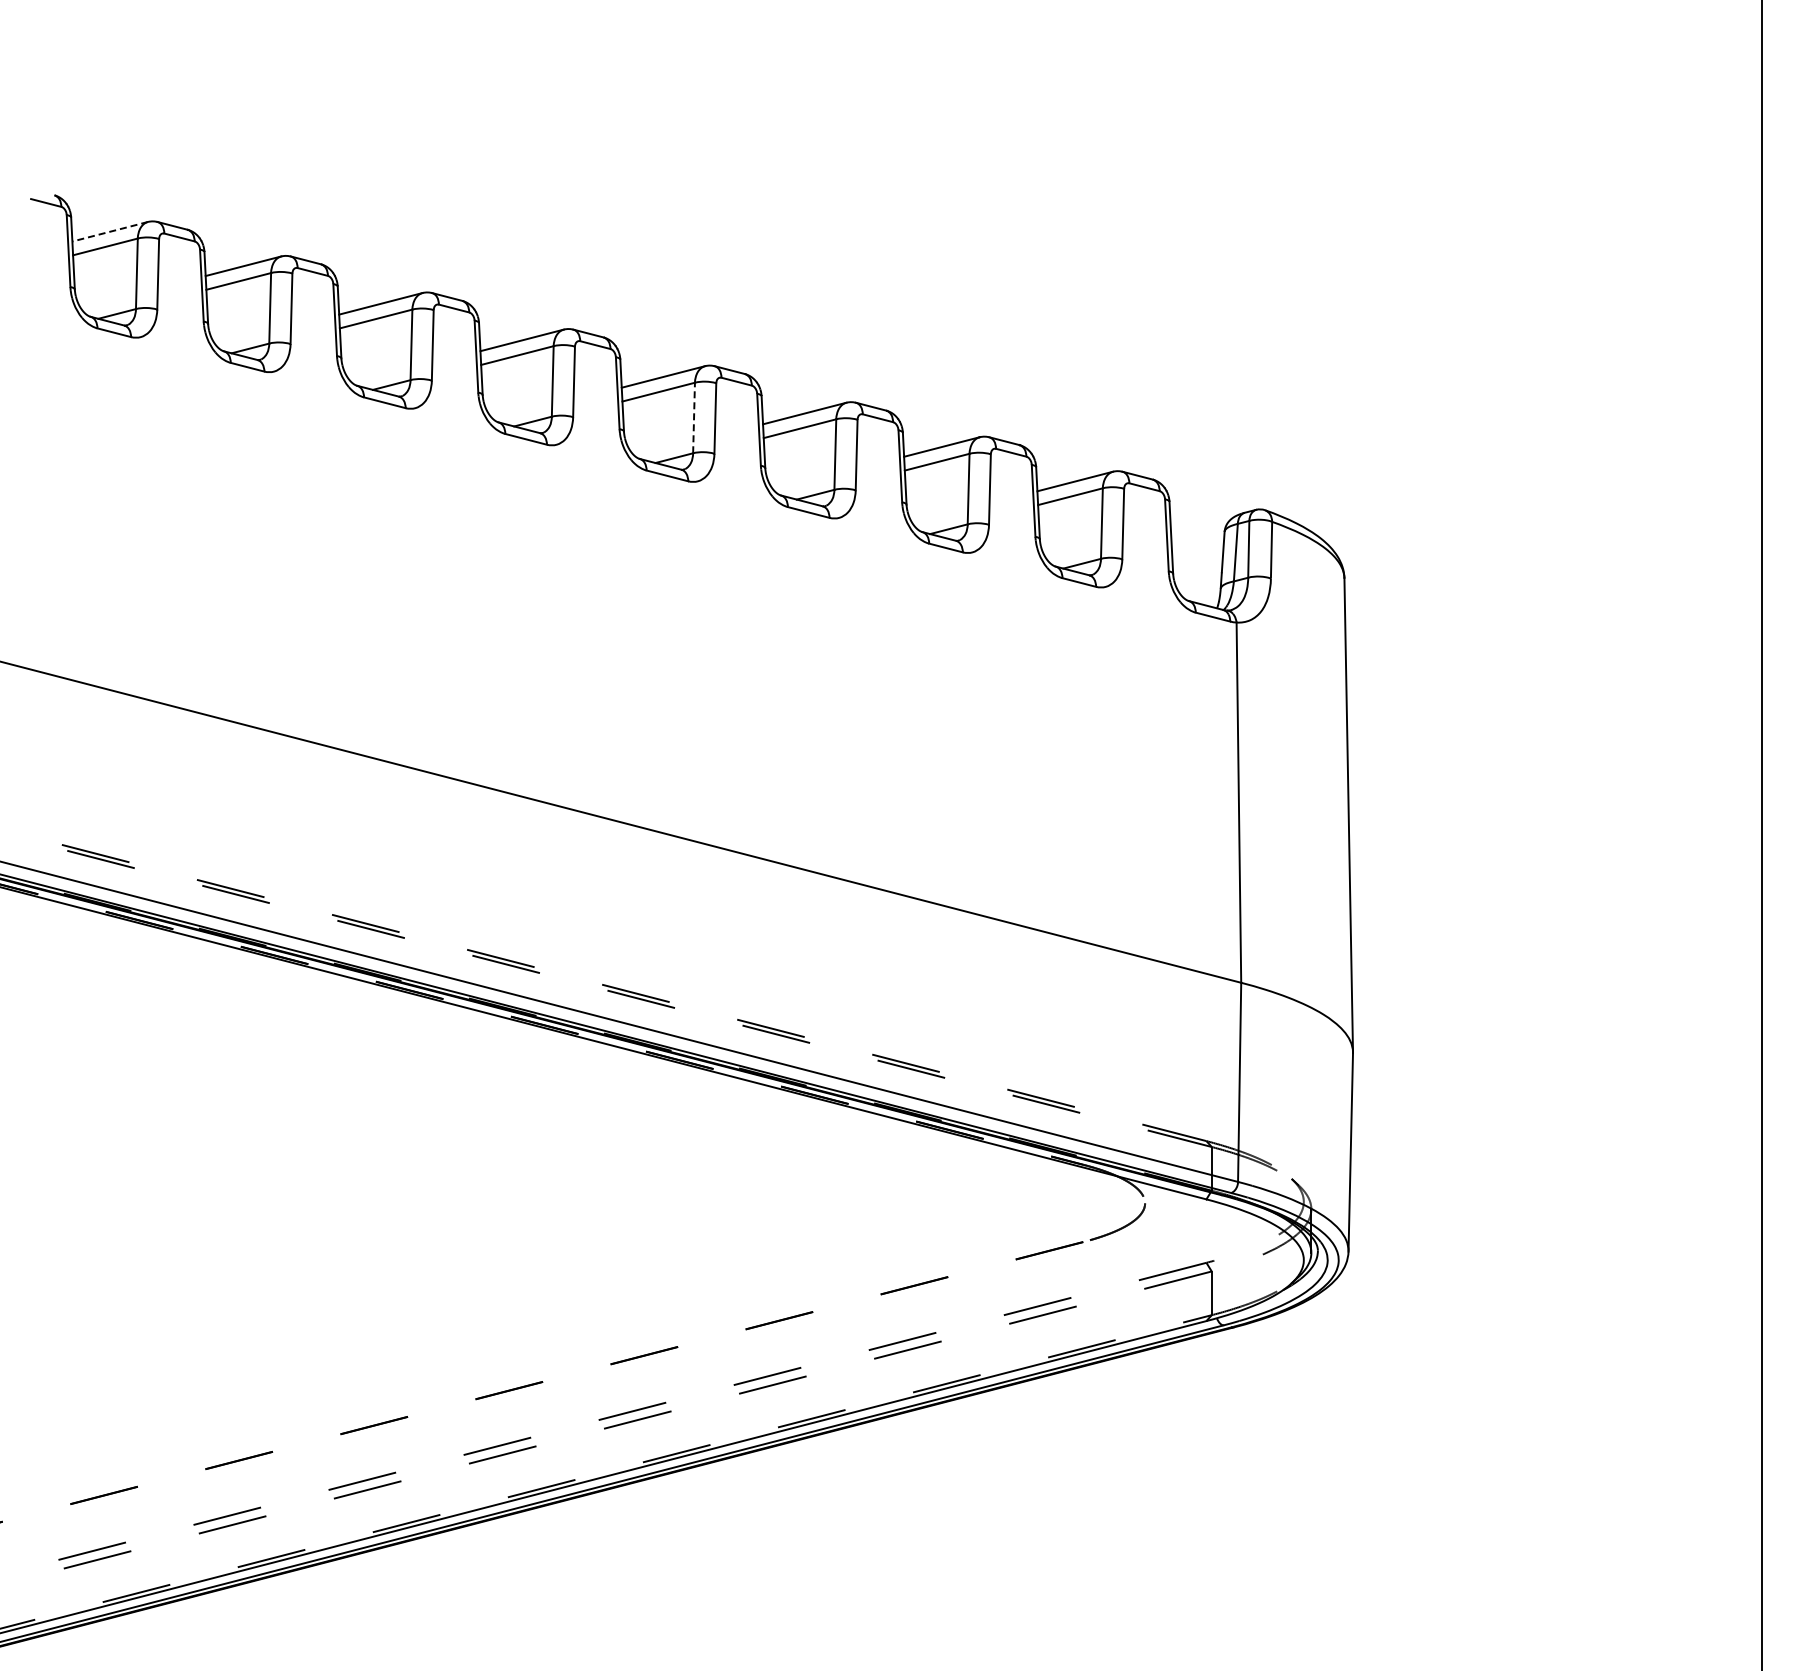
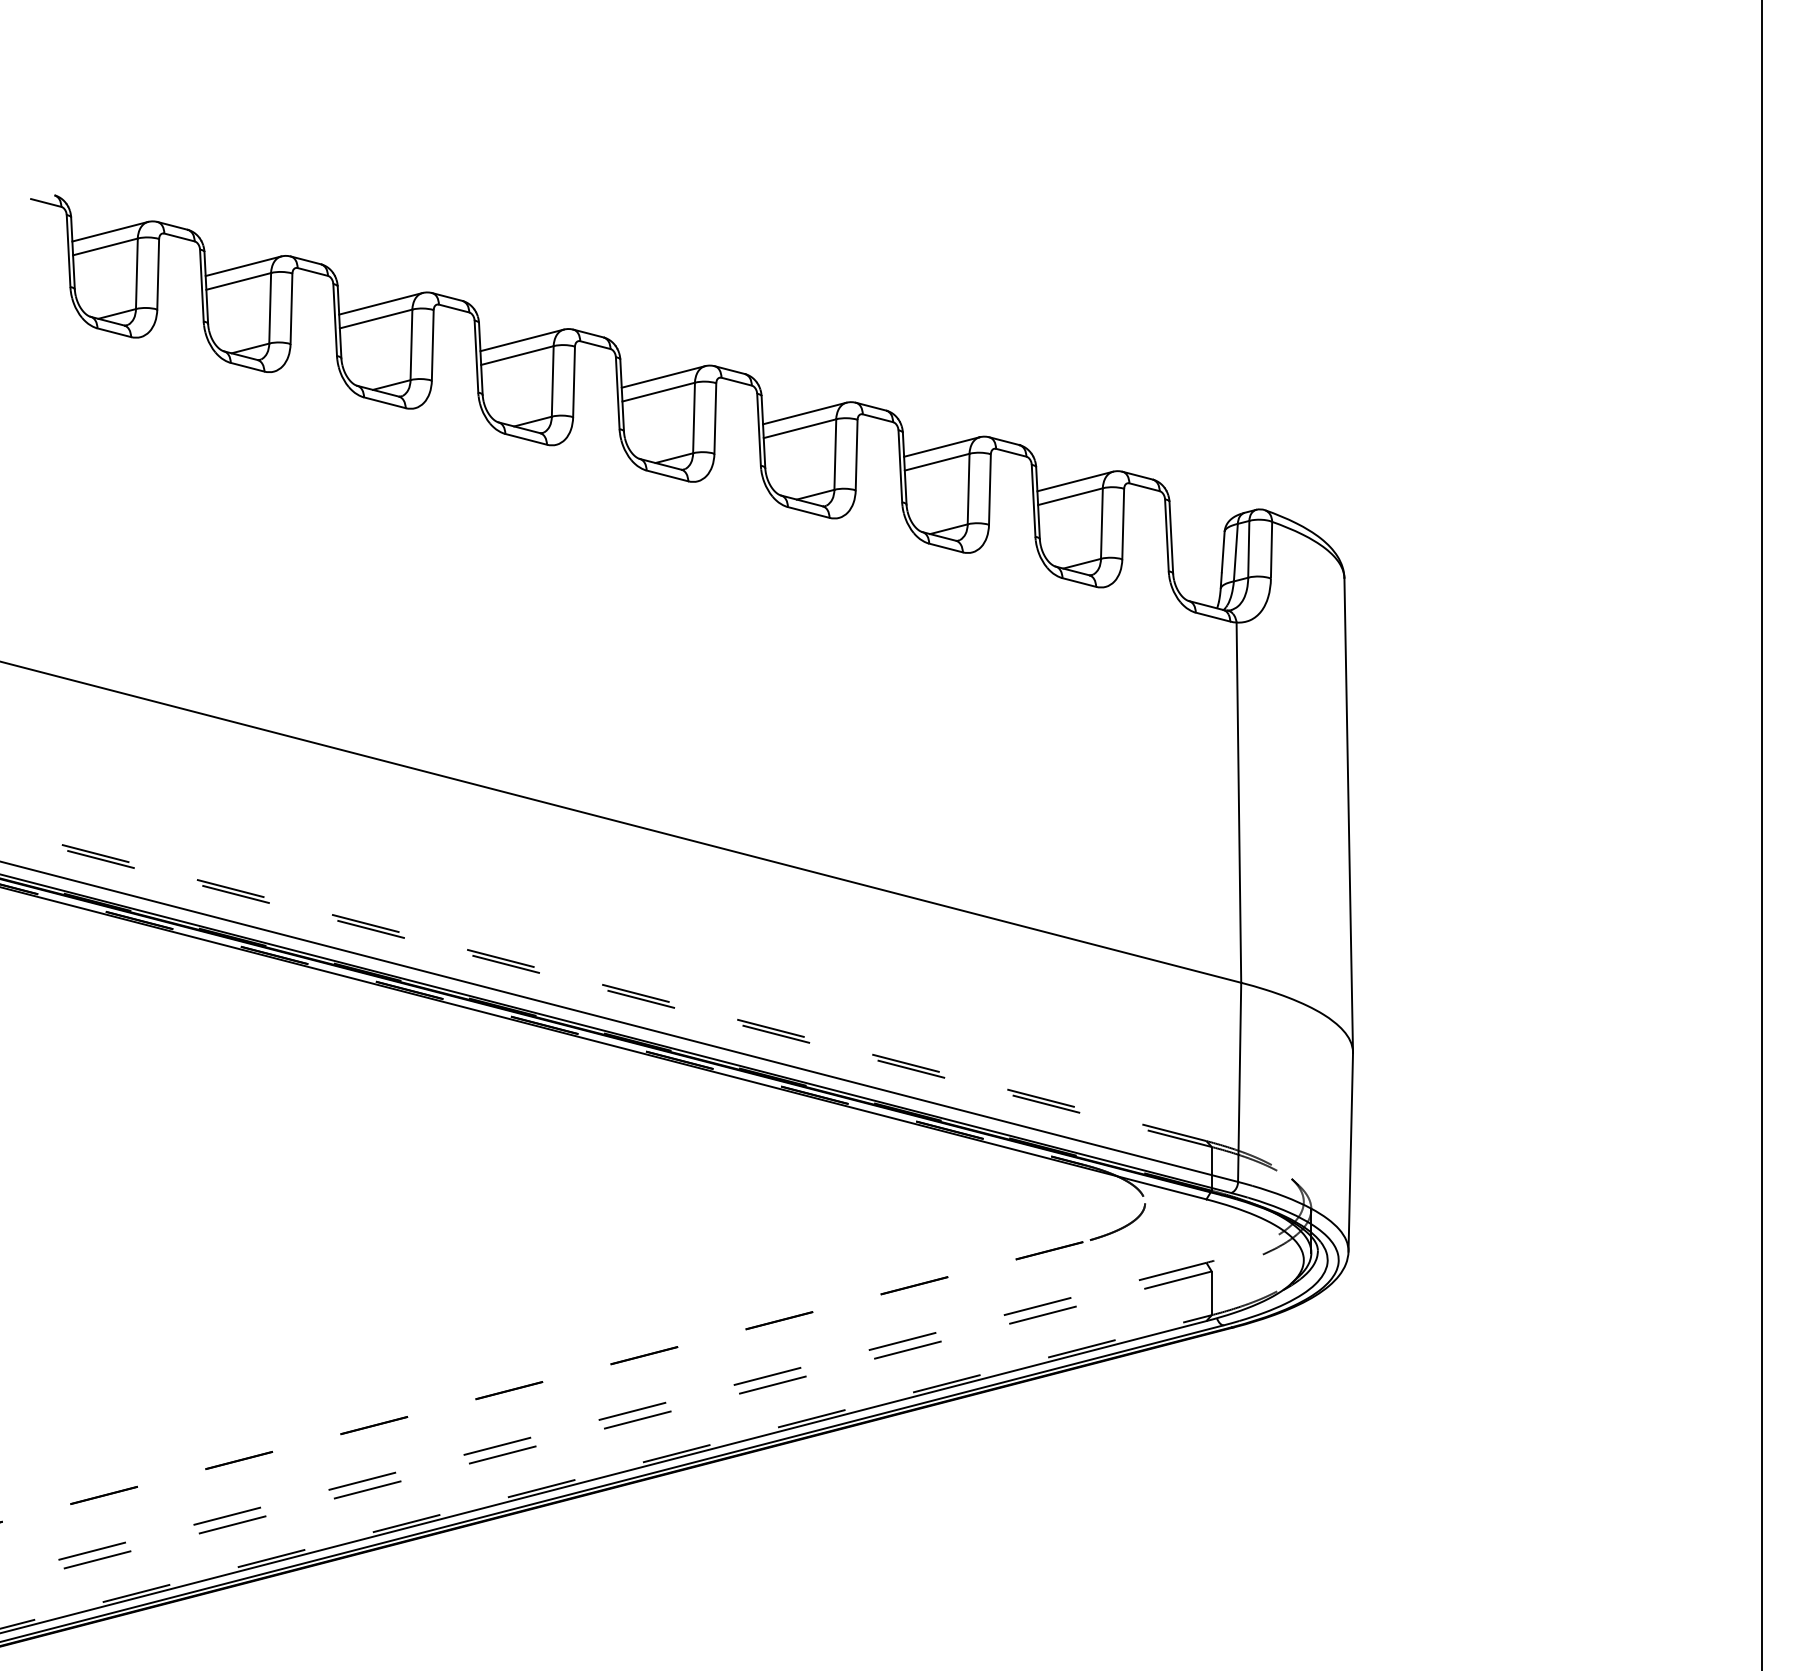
line at (109, 231): dashed -> solid
line at (694, 417): dashed -> solid
